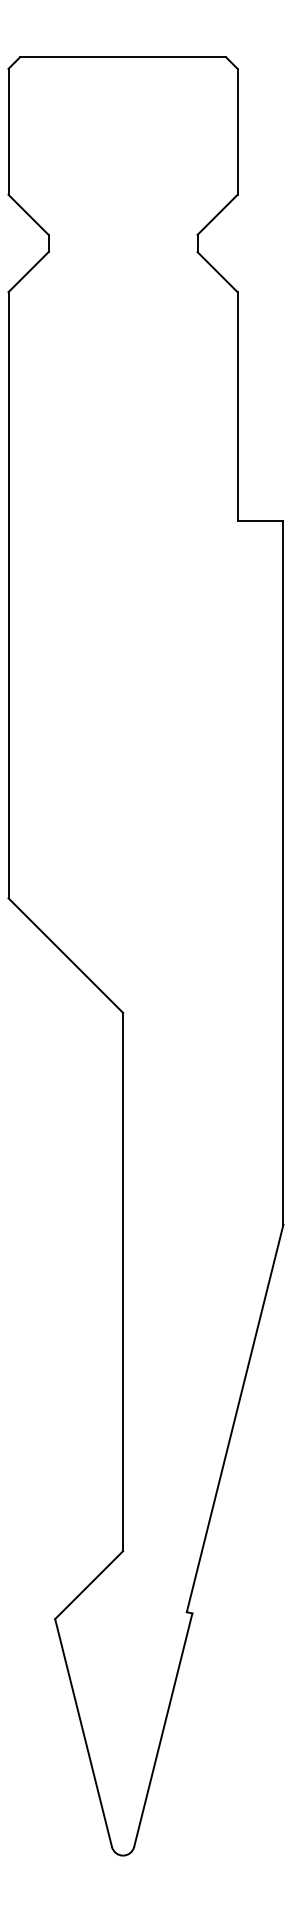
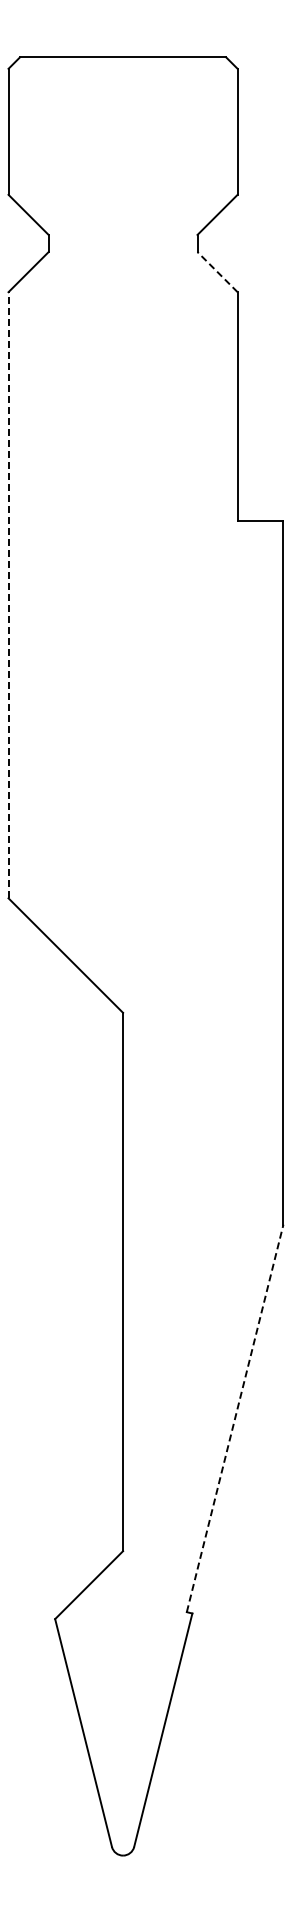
line at (217, 271): solid -> dashed
line at (8, 594): solid -> dashed
line at (235, 1418): solid -> dashed
